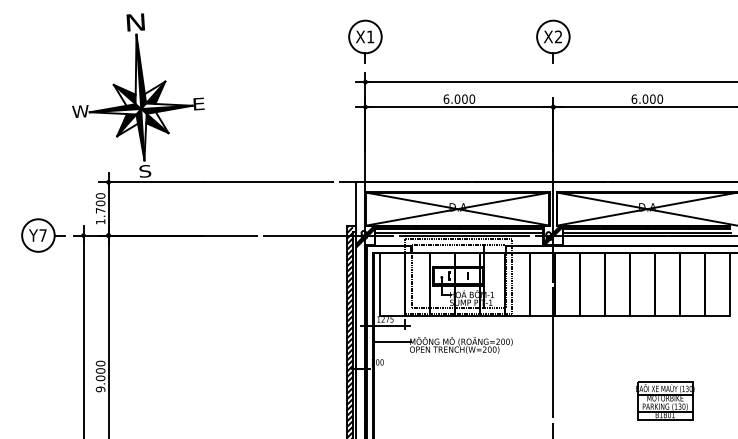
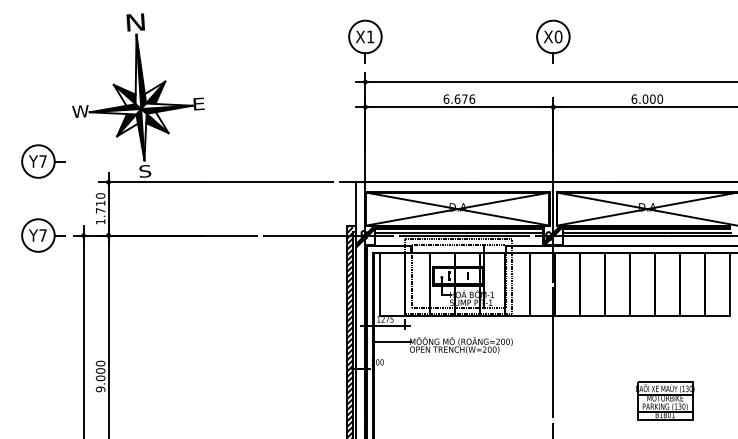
text at (558, 36): X2 -> X0
text at (464, 98): 6.000 -> 6.676
part at (43, 161): none -> present
text at (100, 203): 1.700 -> 1.710
